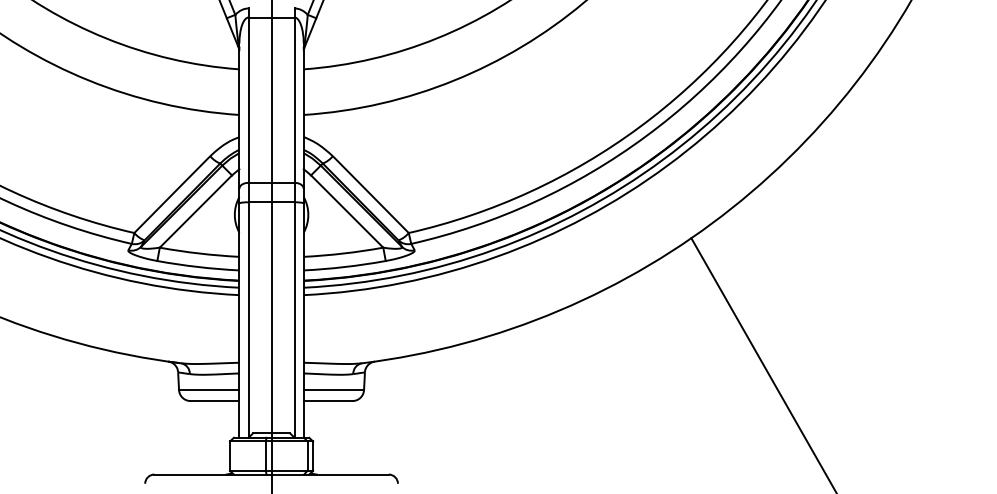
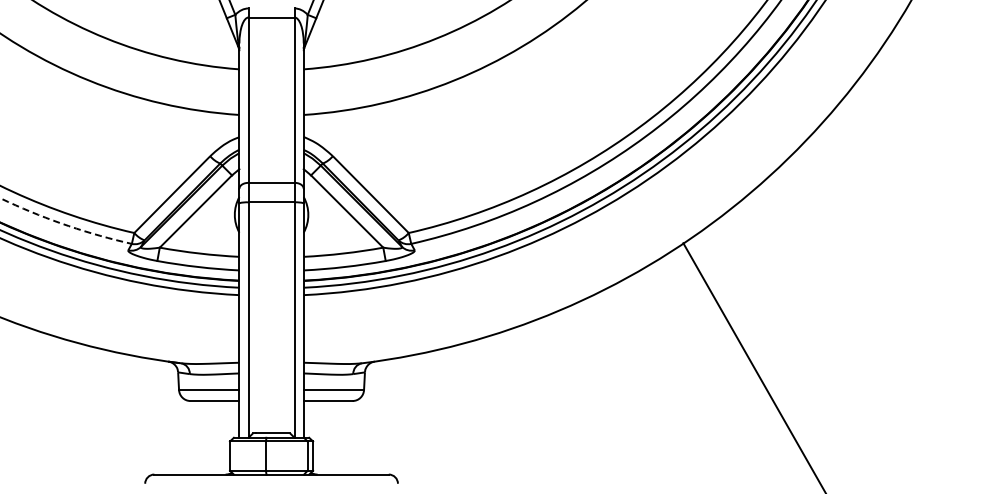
arc at (65, 224): solid -> dashed
line at (271, 246): present -> none
line at (763, 364) position: (763, 364) -> (753, 366)
